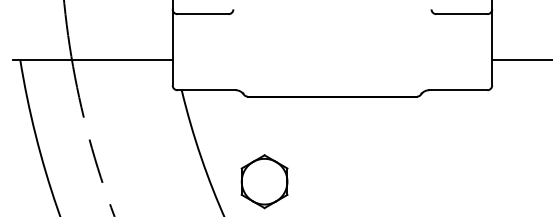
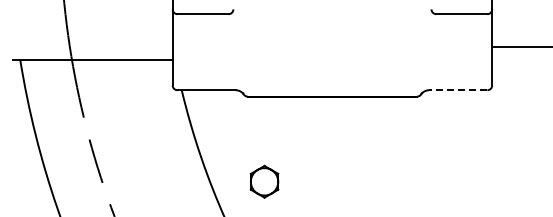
line at (520, 59) position: (520, 59) -> (520, 46)
line at (457, 90): solid -> dashed
part at (264, 181) size: 49x56 px -> 31x35 px
